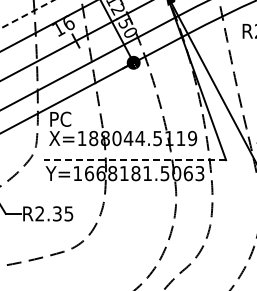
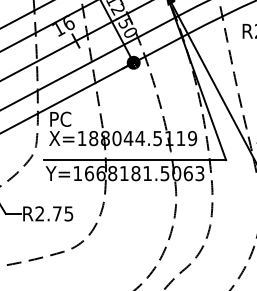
line at (27, 14): dashed -> solid
line at (134, 160): dashed -> solid
text at (57, 213): R2.35 -> R2.75
